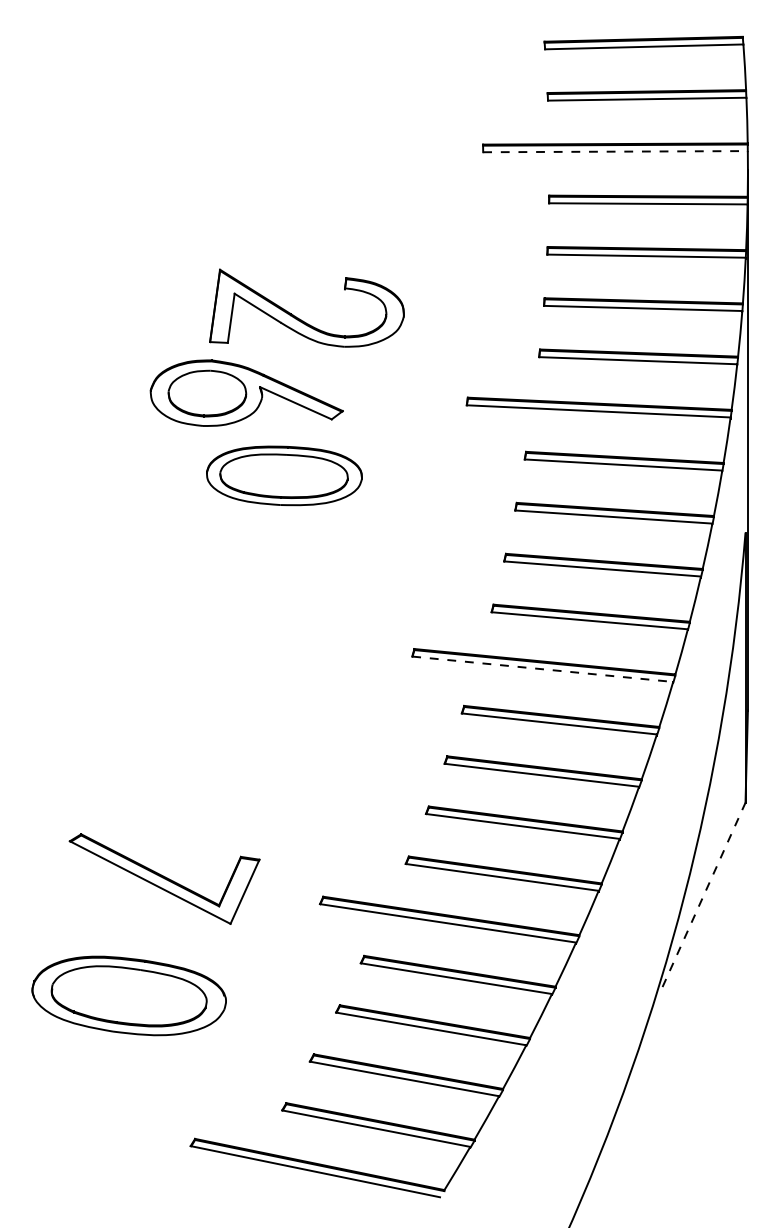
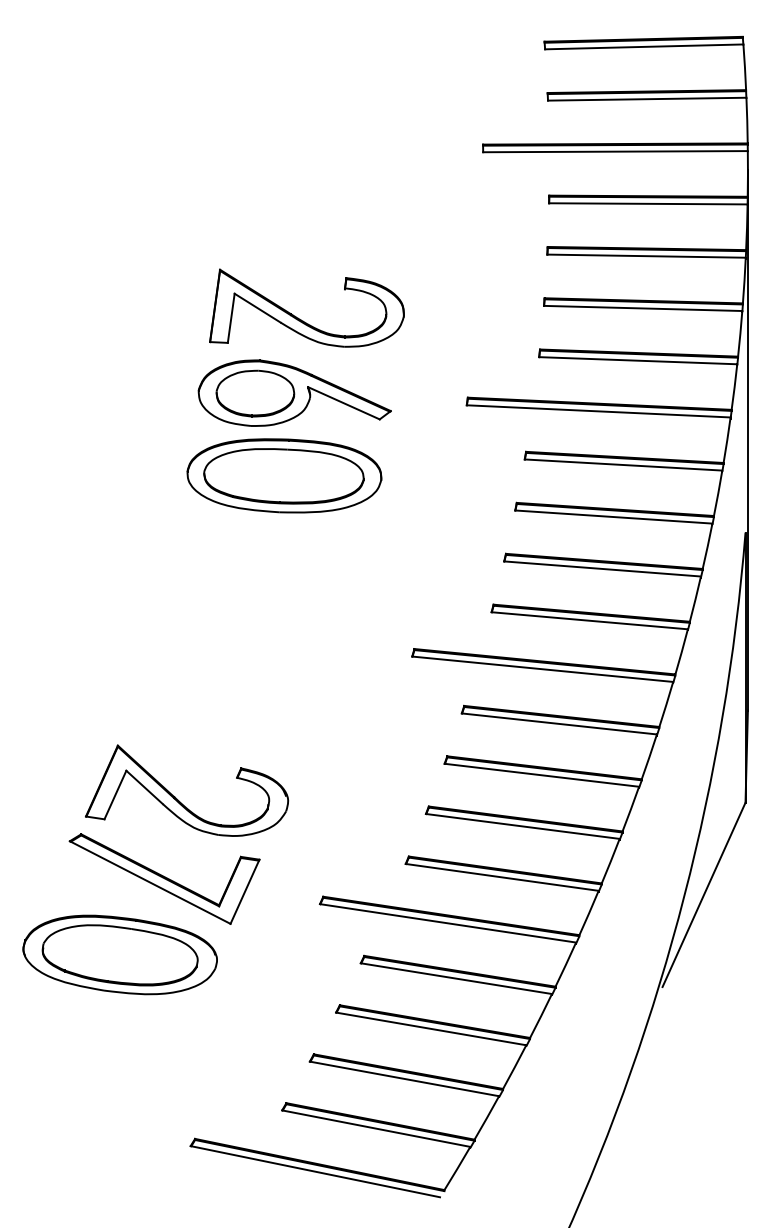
line at (616, 151): dashed -> solid
part at (246, 392) position: (246, 392) -> (294, 392)
part at (284, 475) size: 157x62 px -> 197x76 px
line at (543, 669): dashed -> solid
part at (178, 799): none -> present
line at (704, 894): dashed -> solid
part at (128, 995) position: (128, 995) -> (119, 954)
